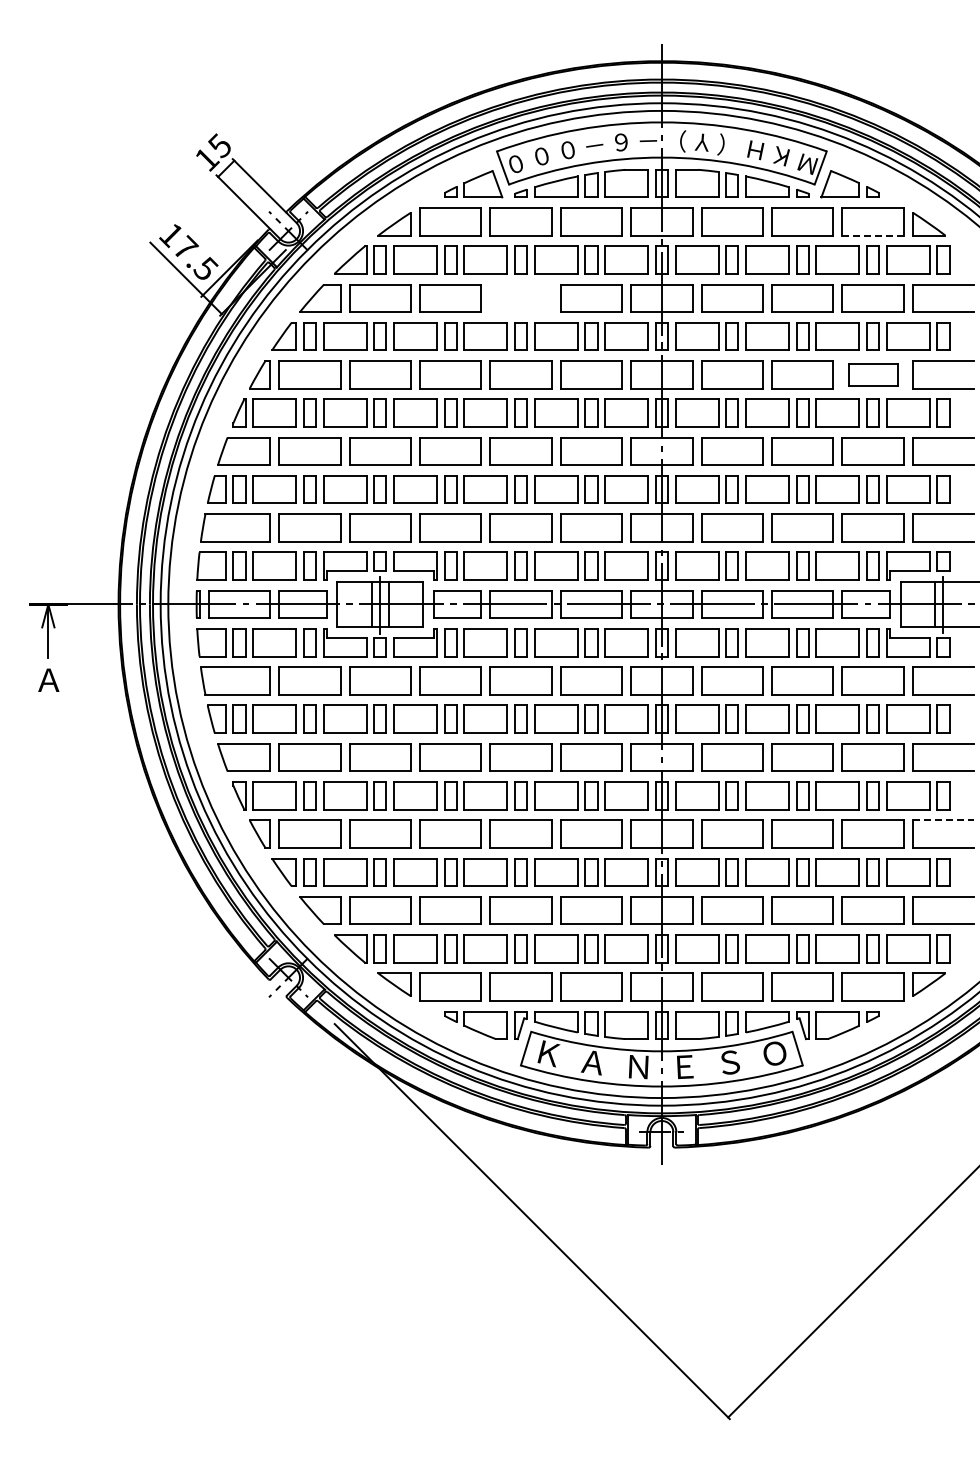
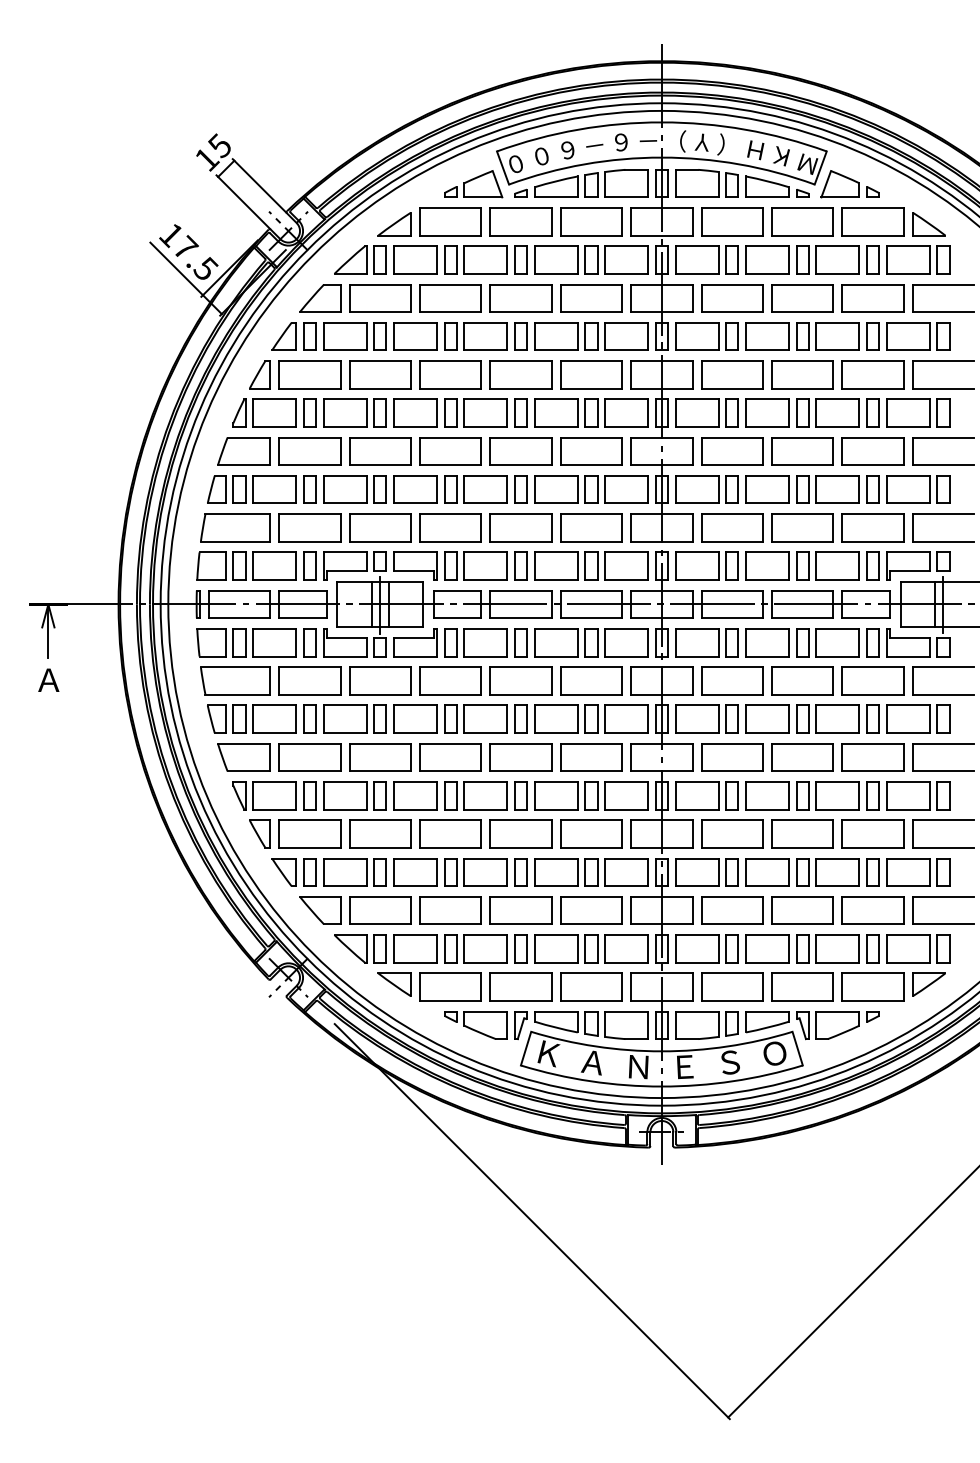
text at (567, 150): ０ -> ６
line at (873, 235): dashed -> solid
part at (520, 298): none -> present
part at (873, 374) size: 51x24 px -> 64x30 px
line at (943, 820): dashed -> solid
